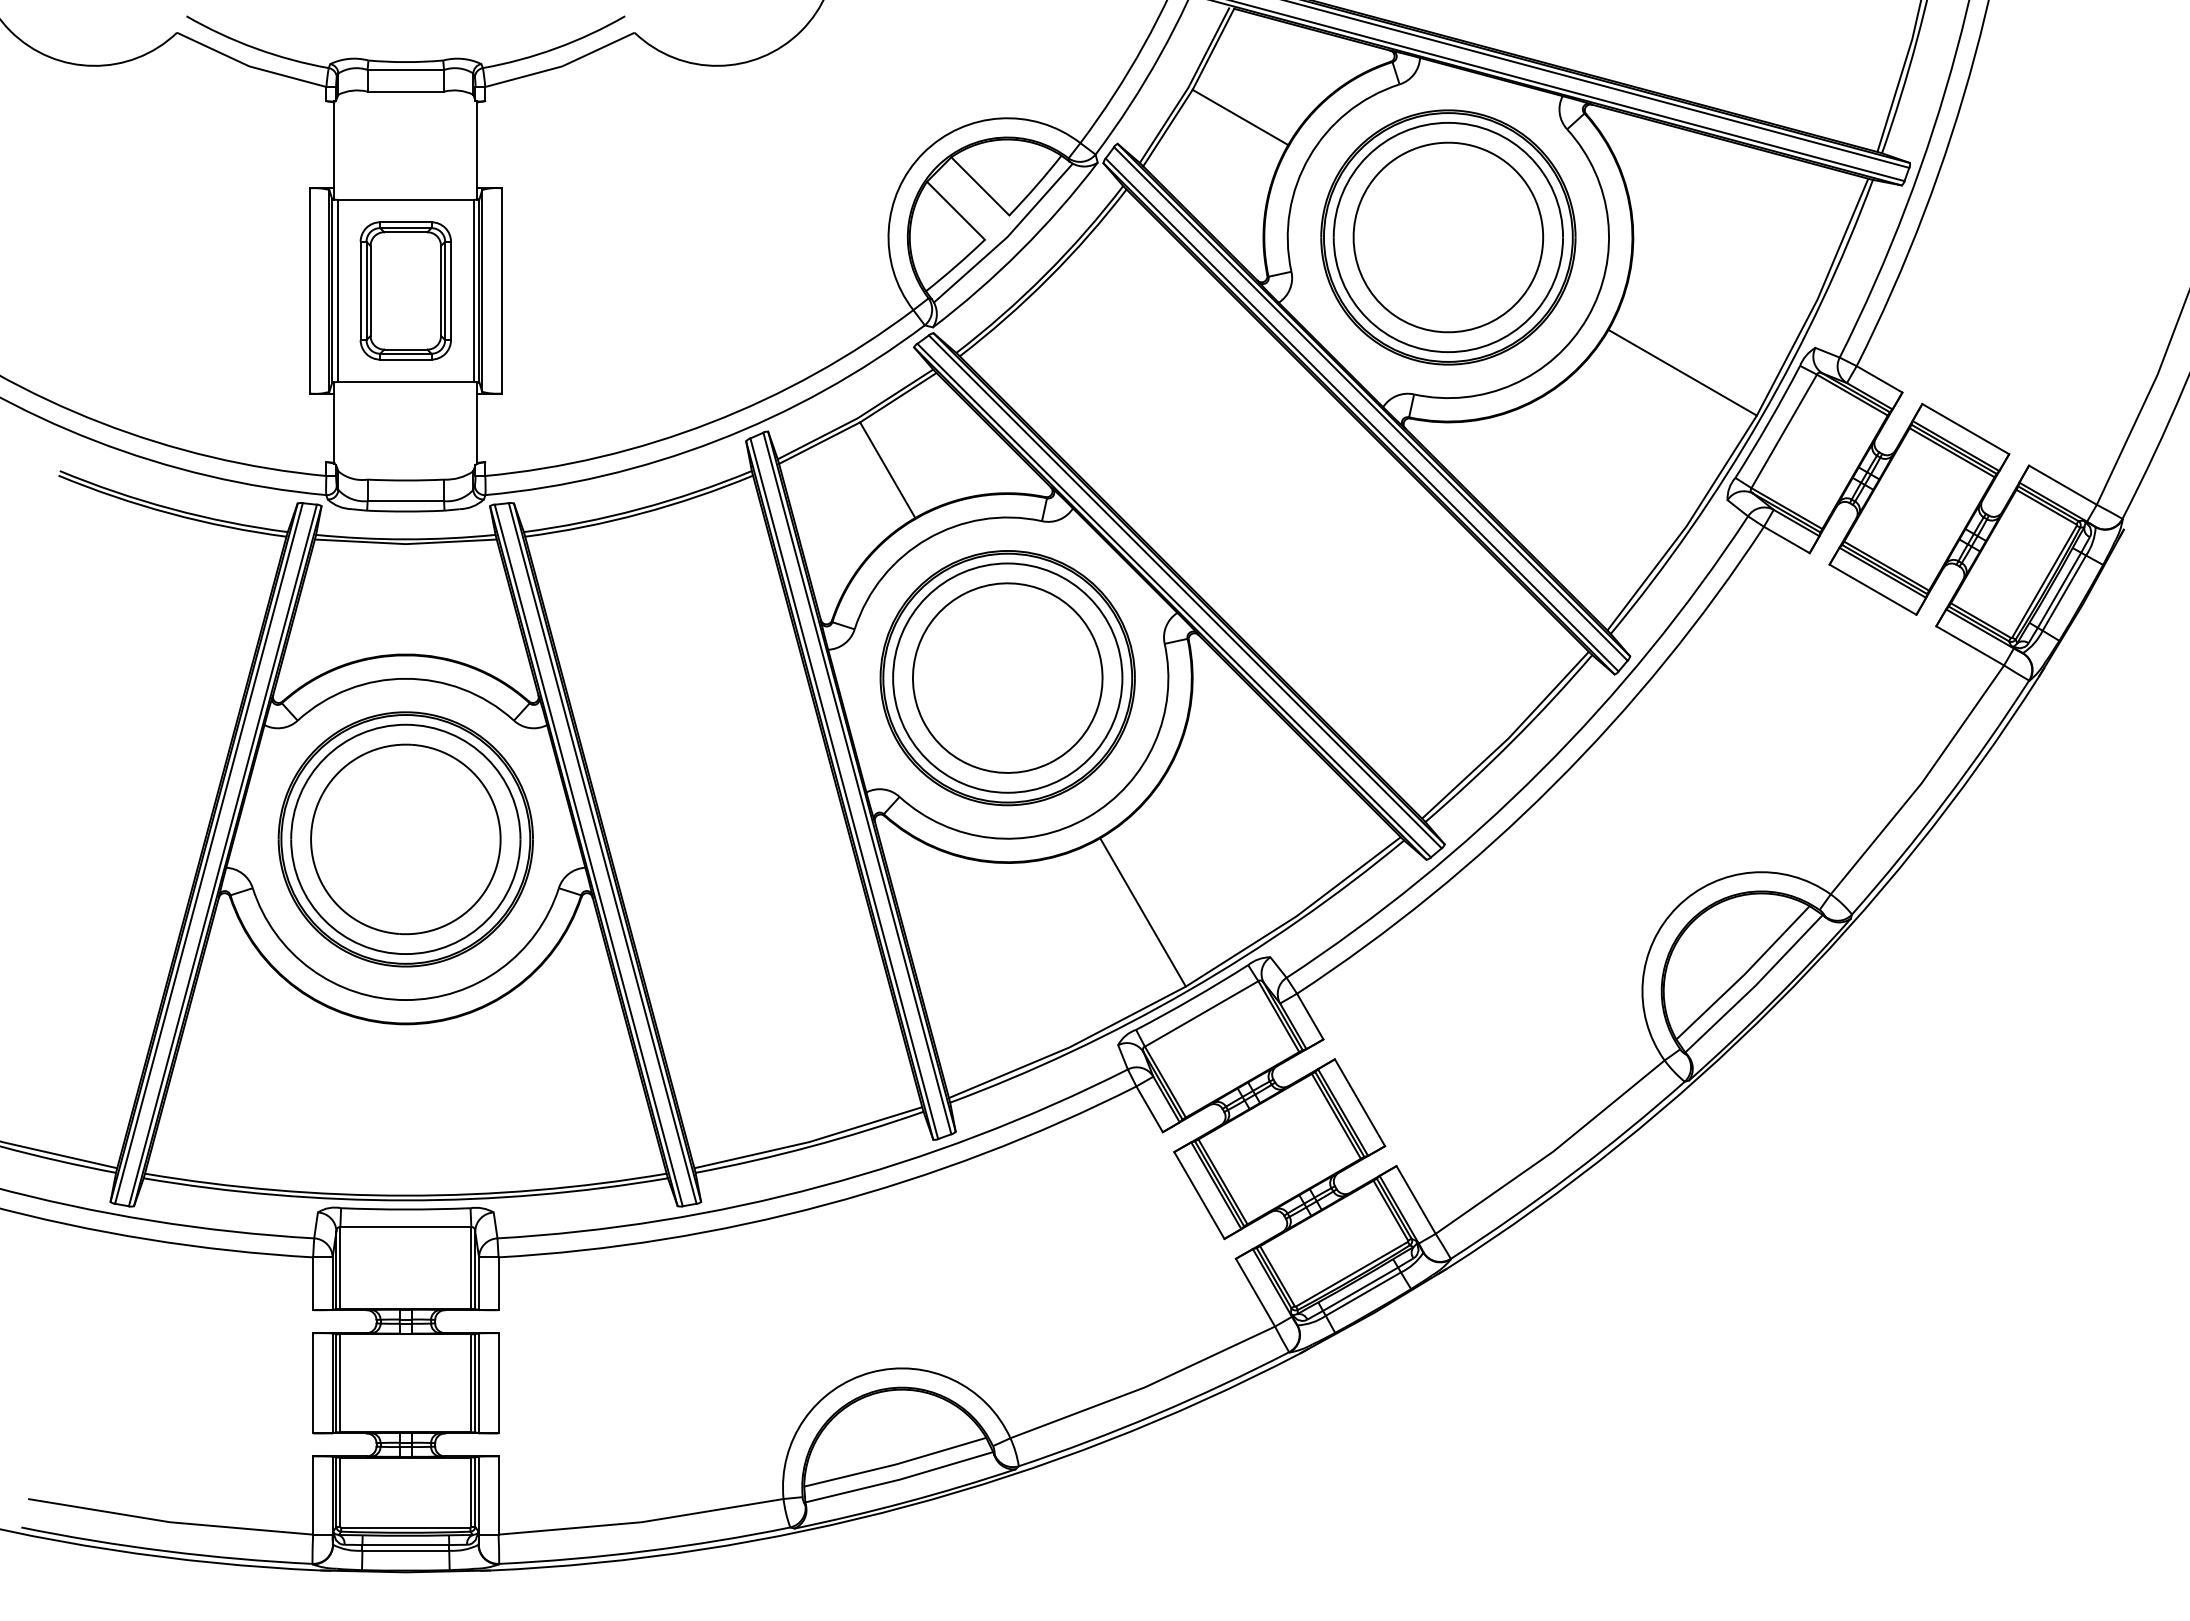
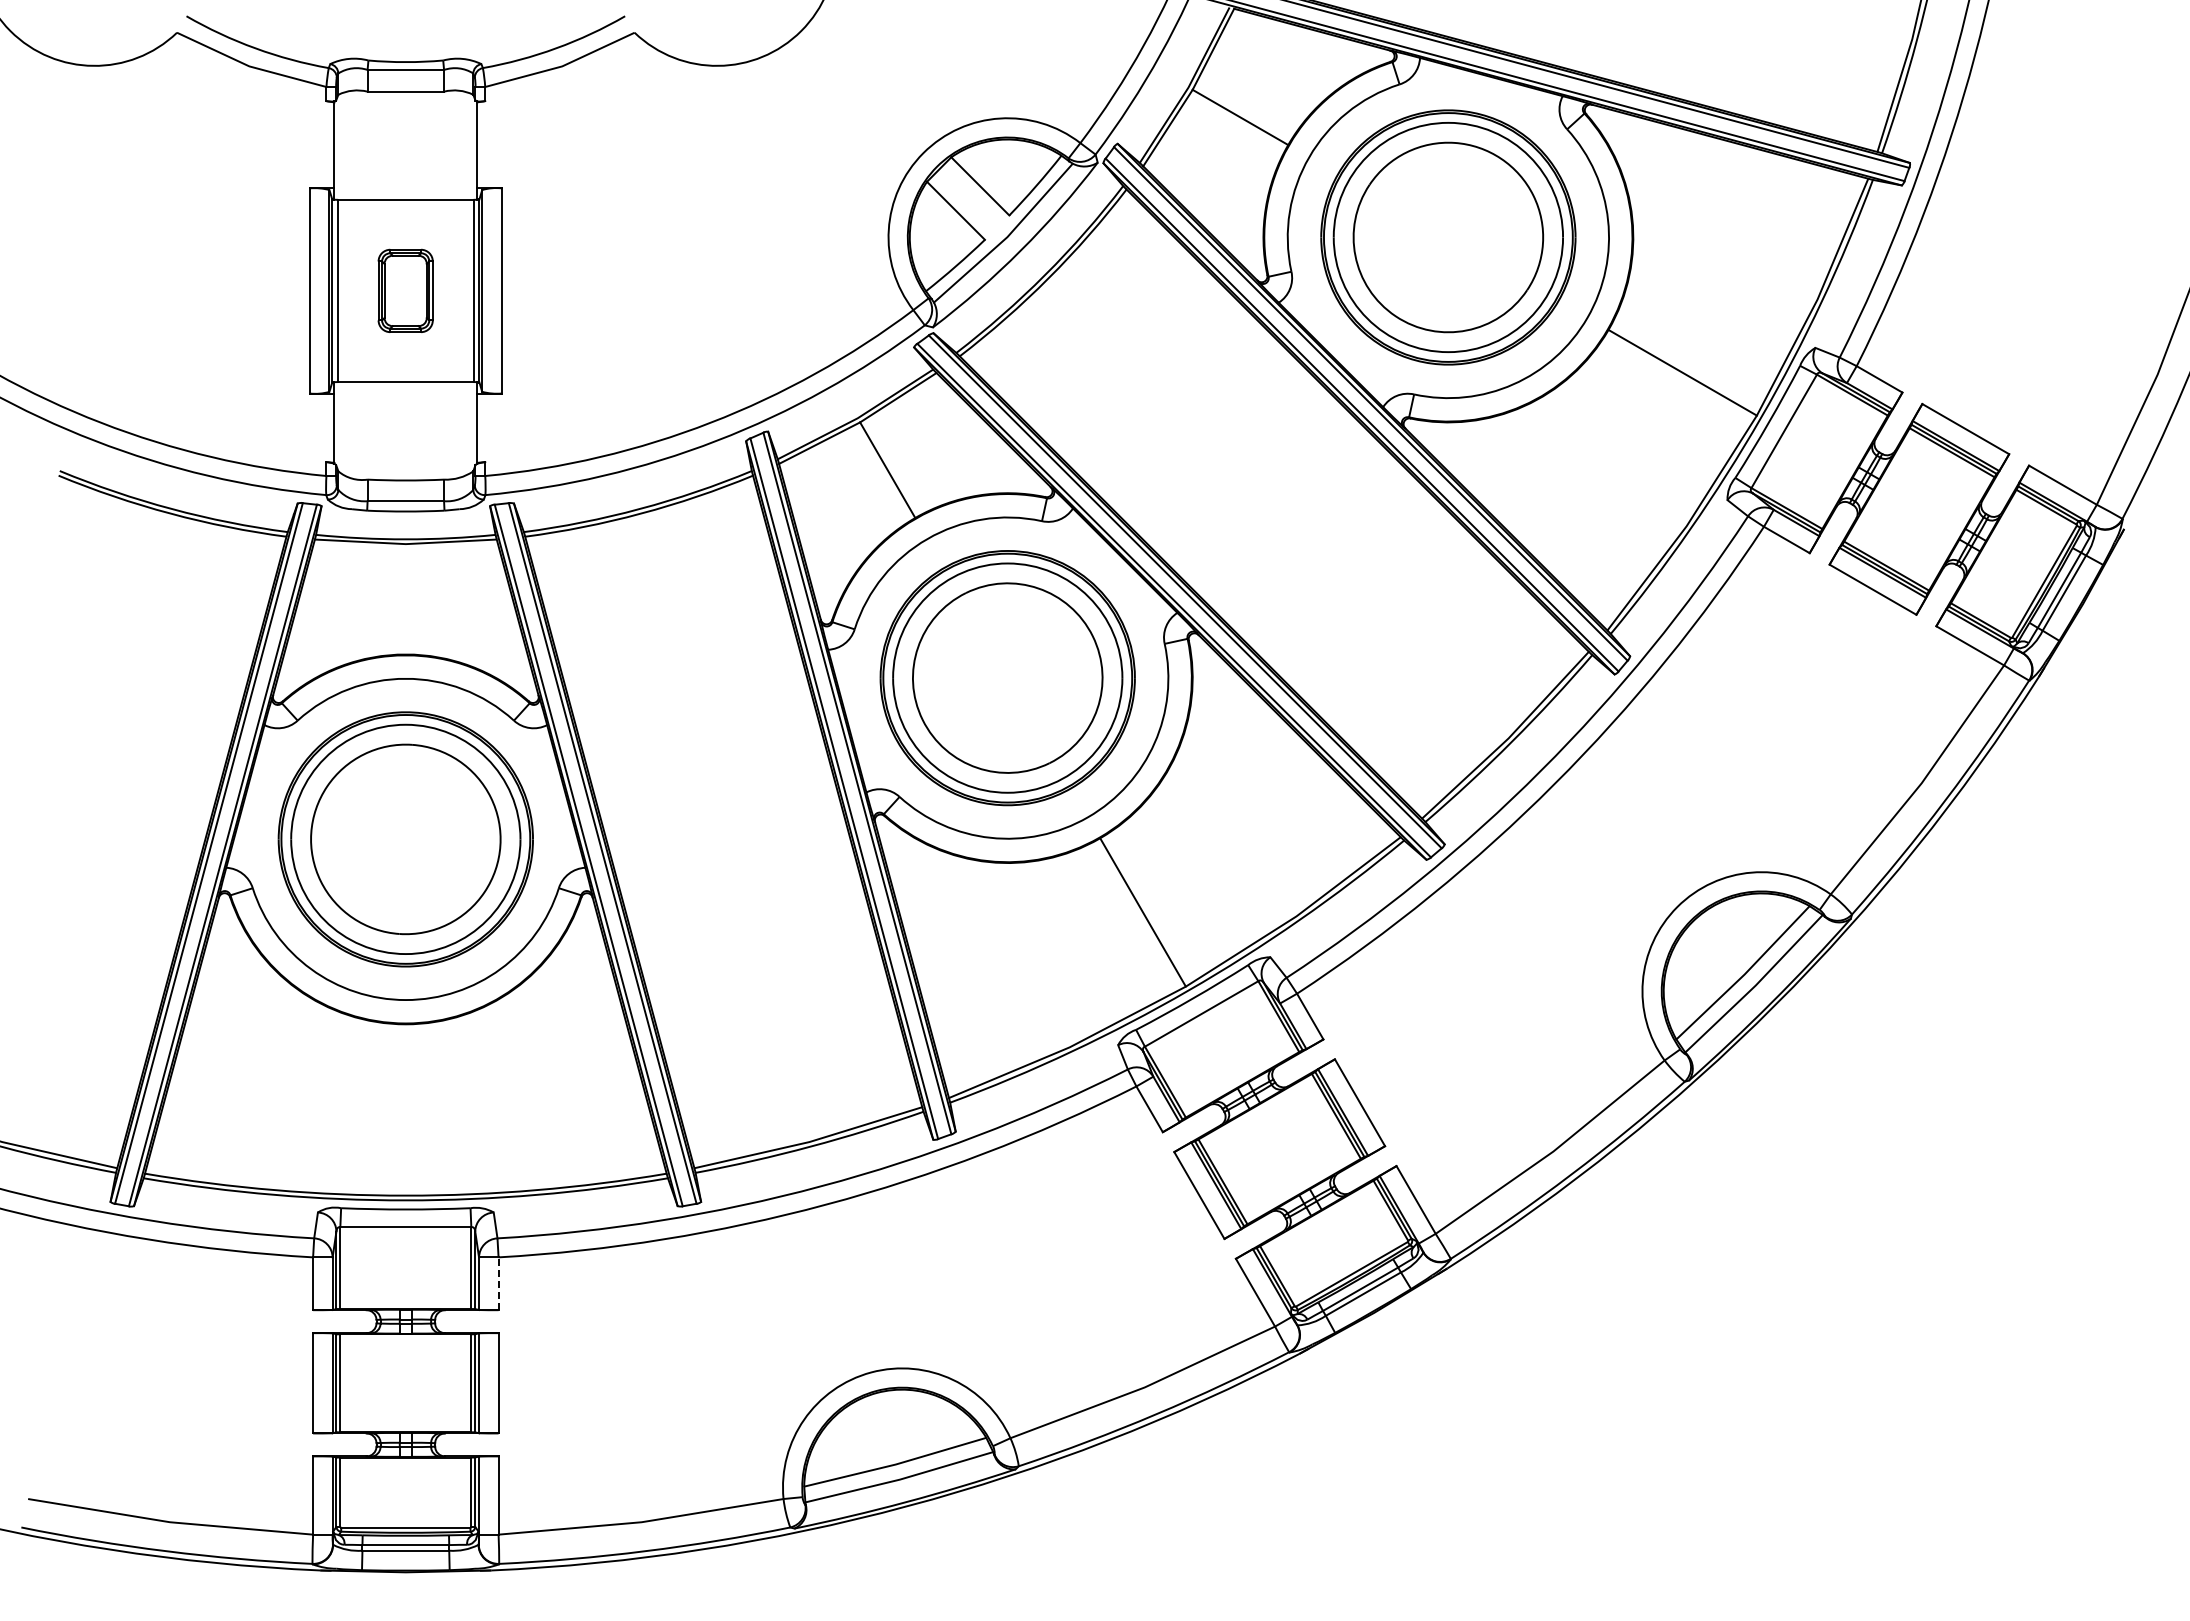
part at (405, 290) size: 93x140 px -> 57x85 px
line at (498, 1283): solid -> dashed
